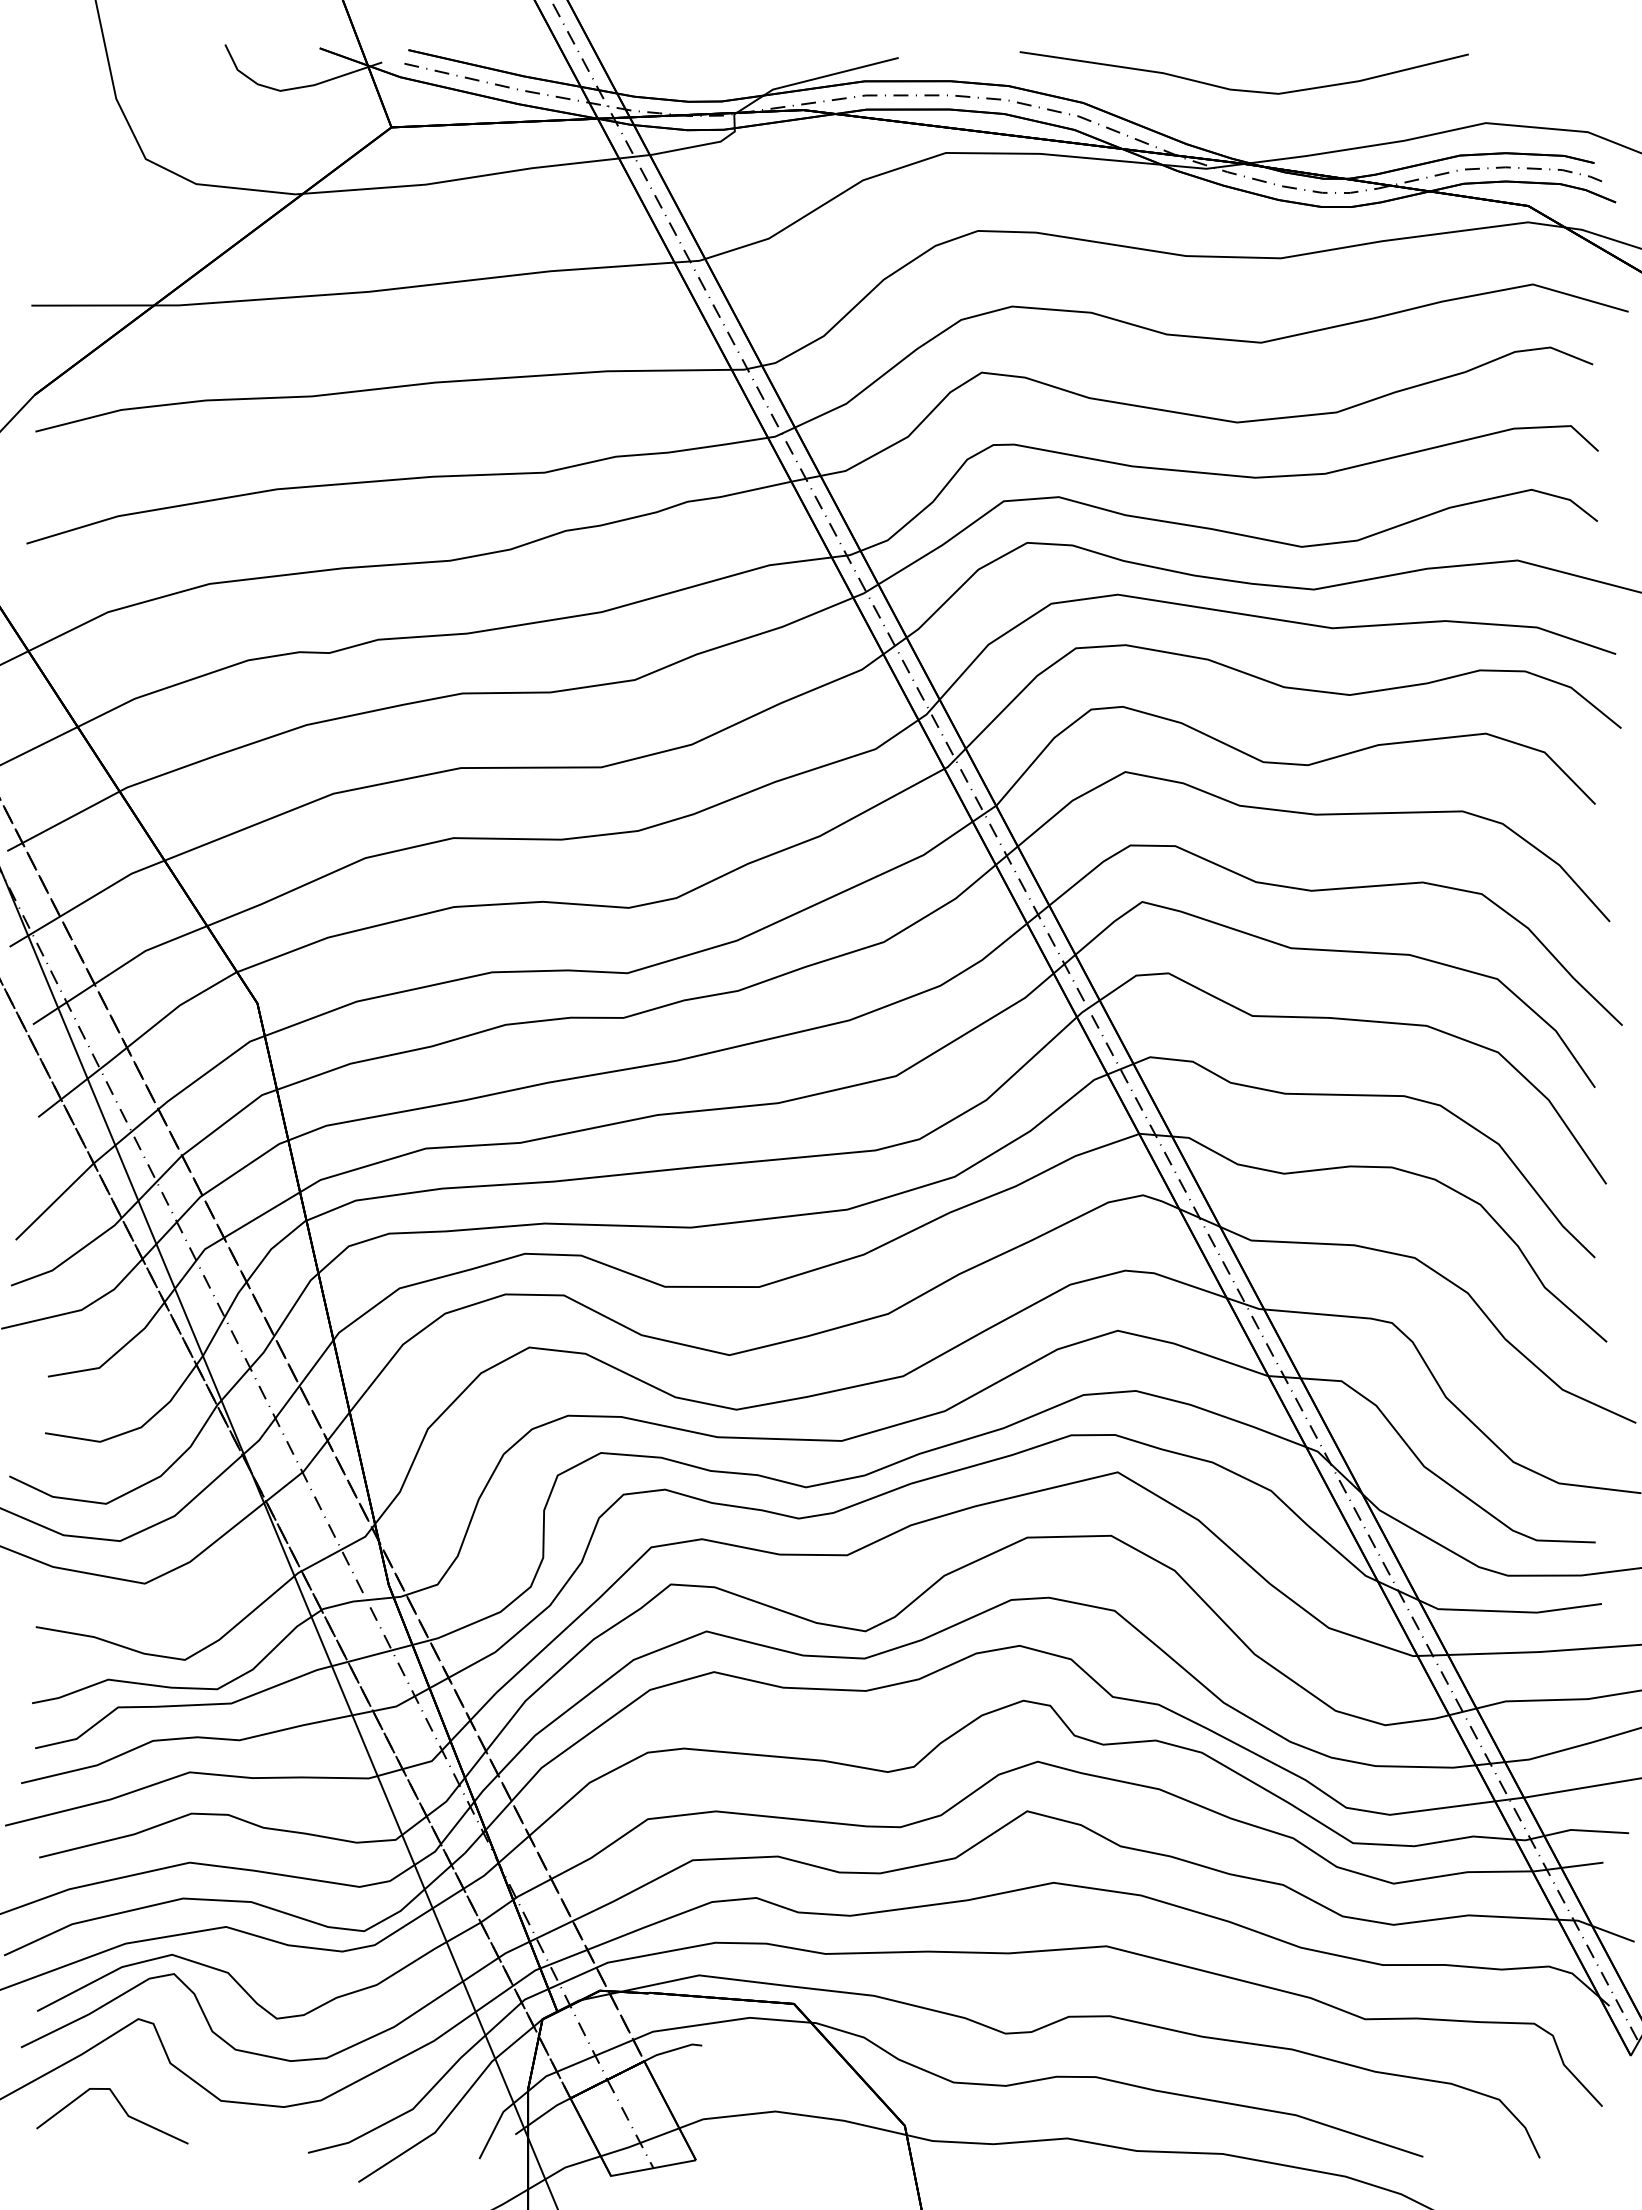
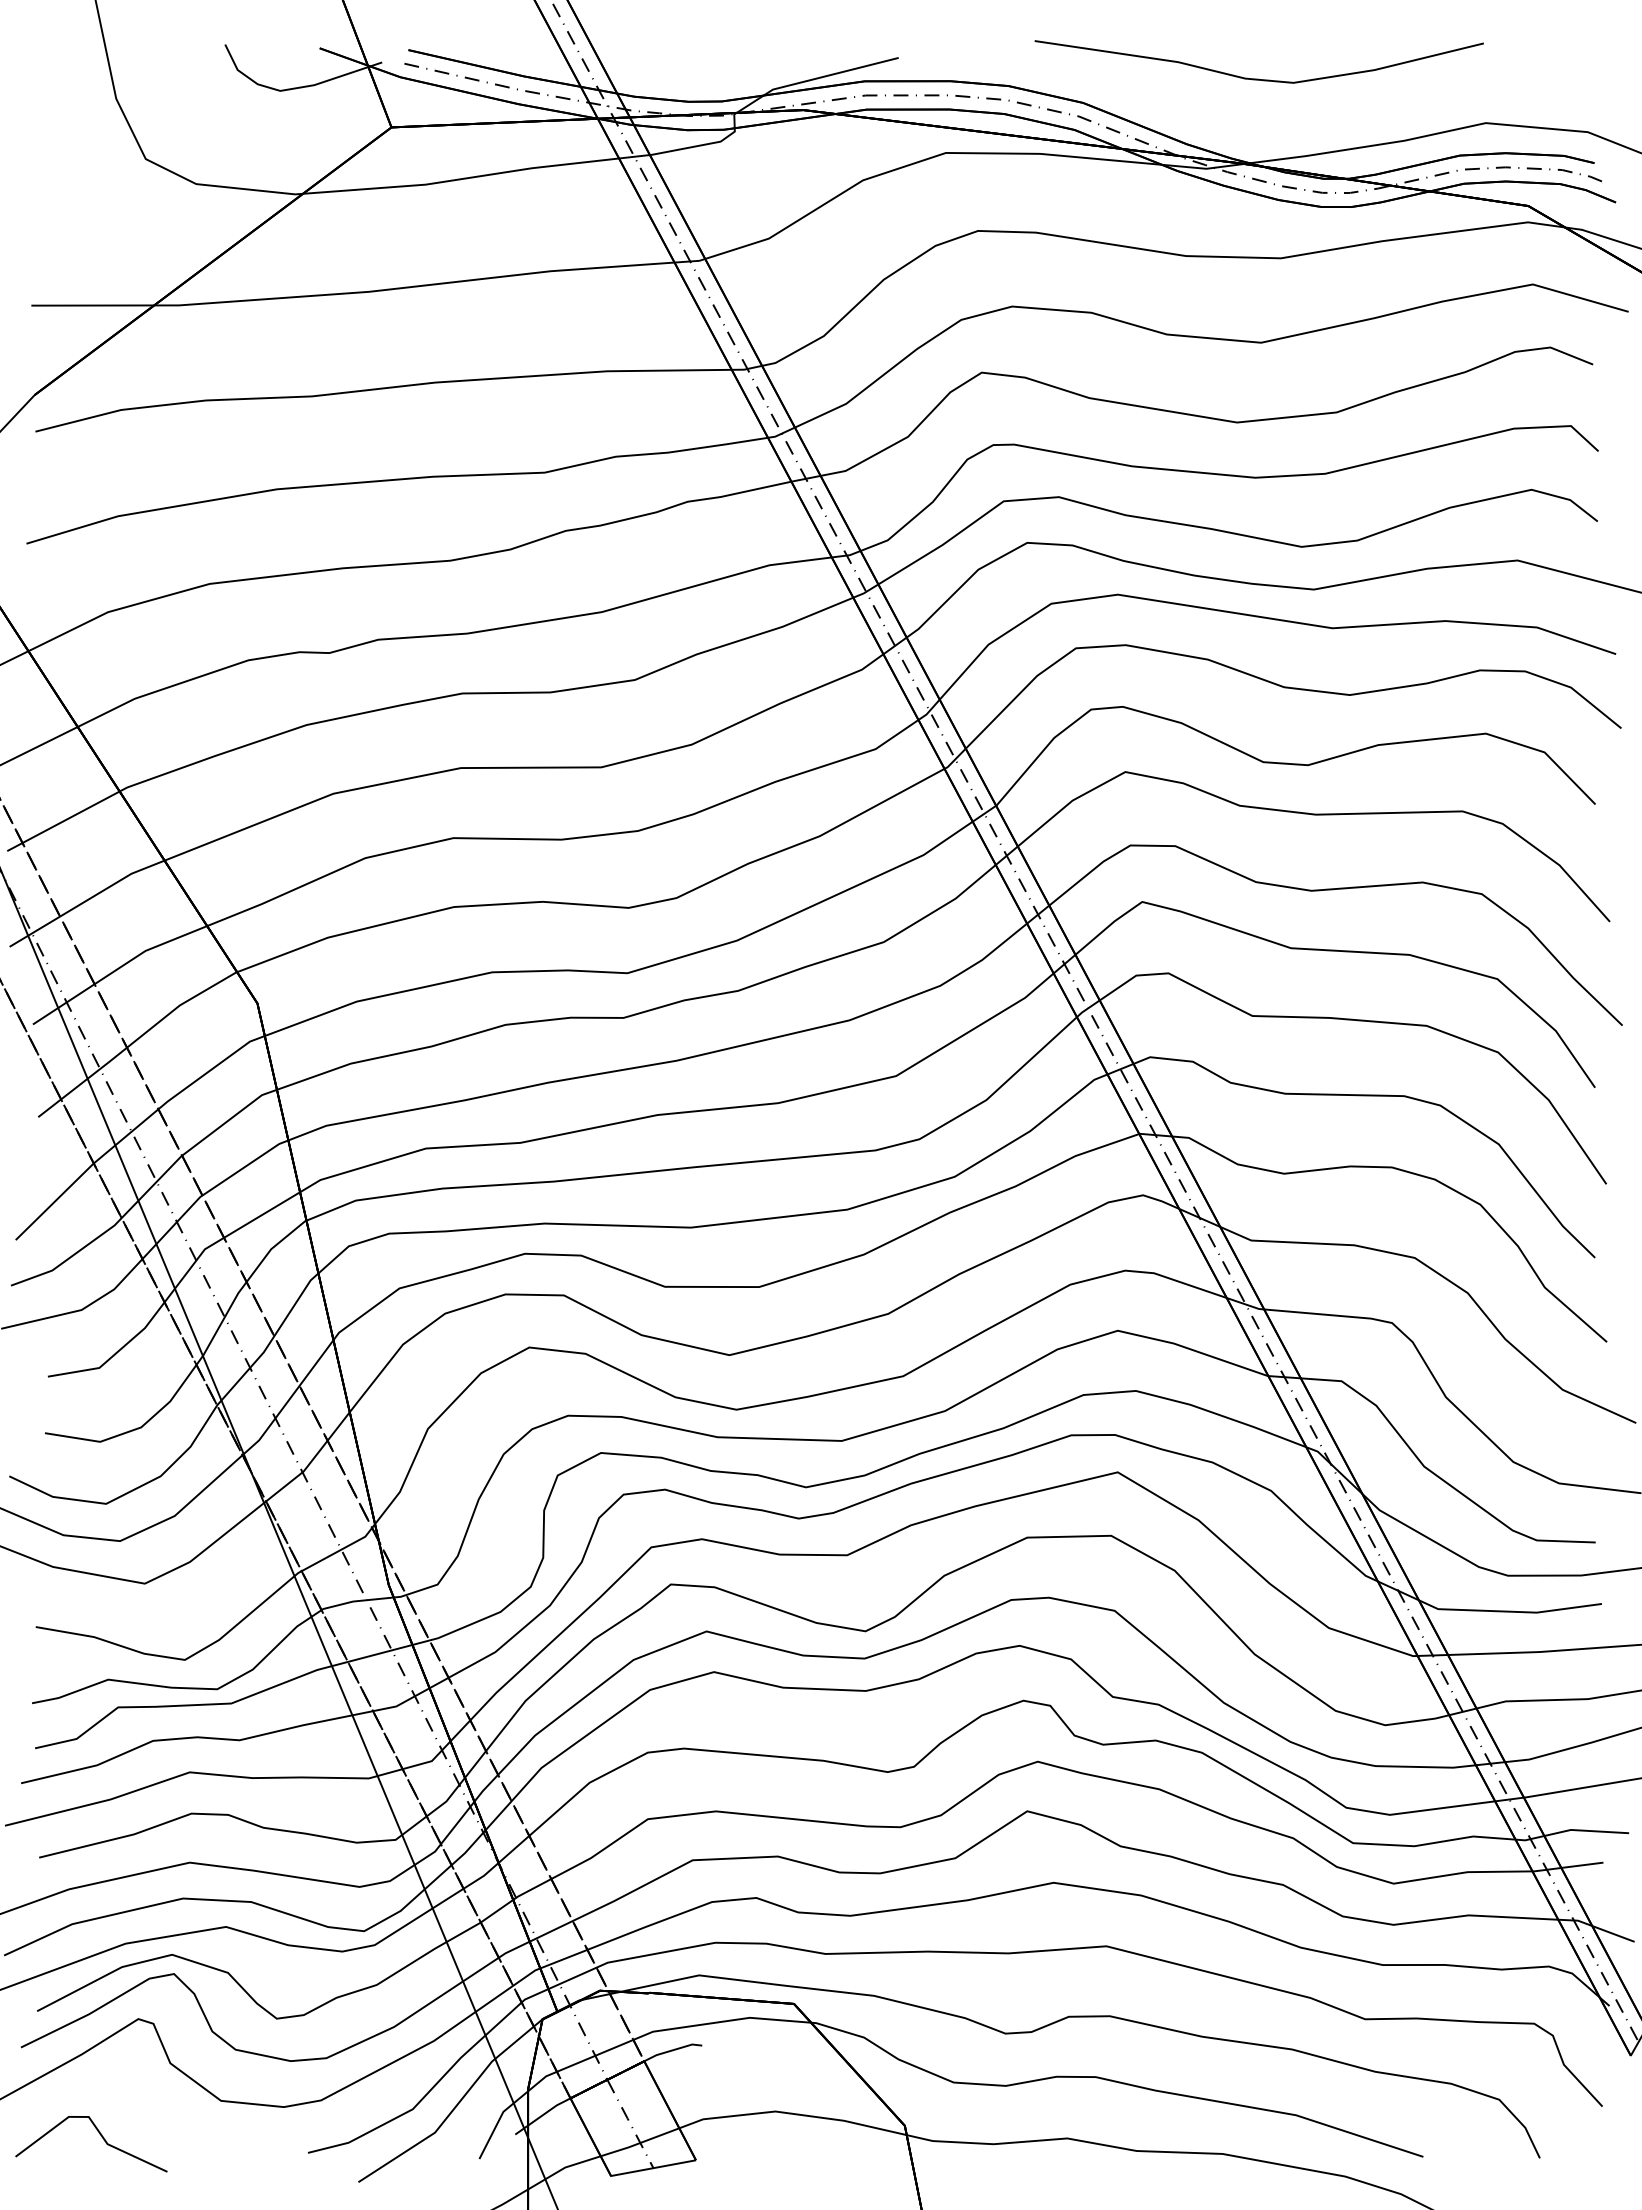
curve at (1243, 89) position: (1243, 89) -> (1258, 78)
line at (122, 2109) position: (122, 2109) -> (101, 2137)
